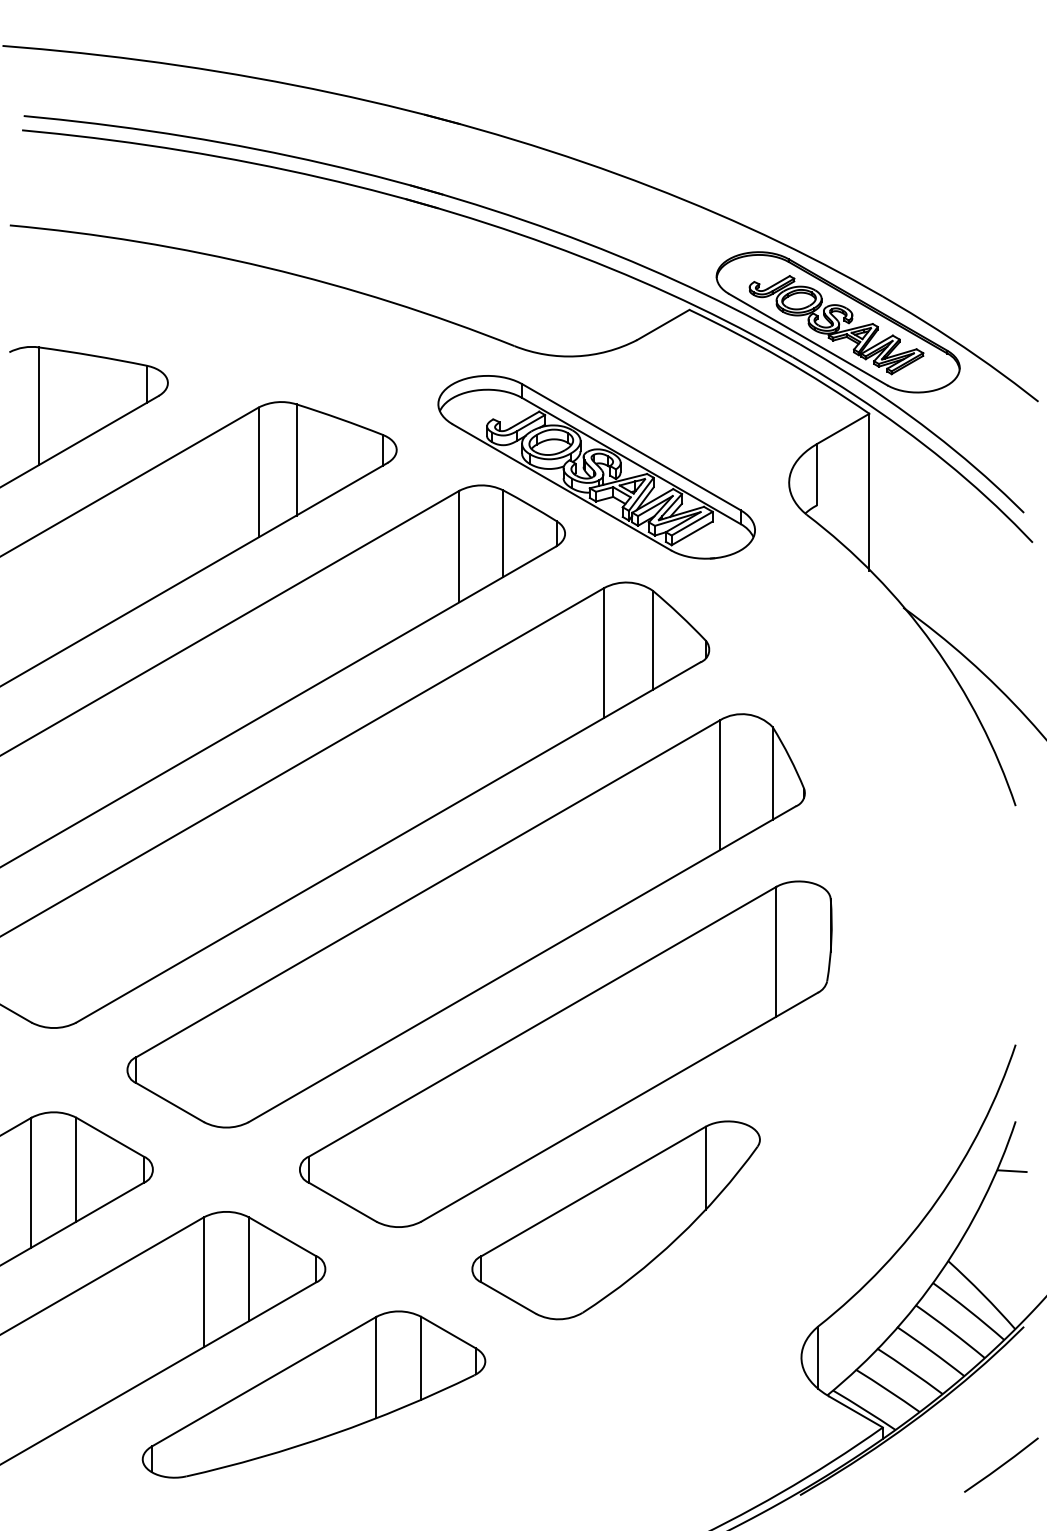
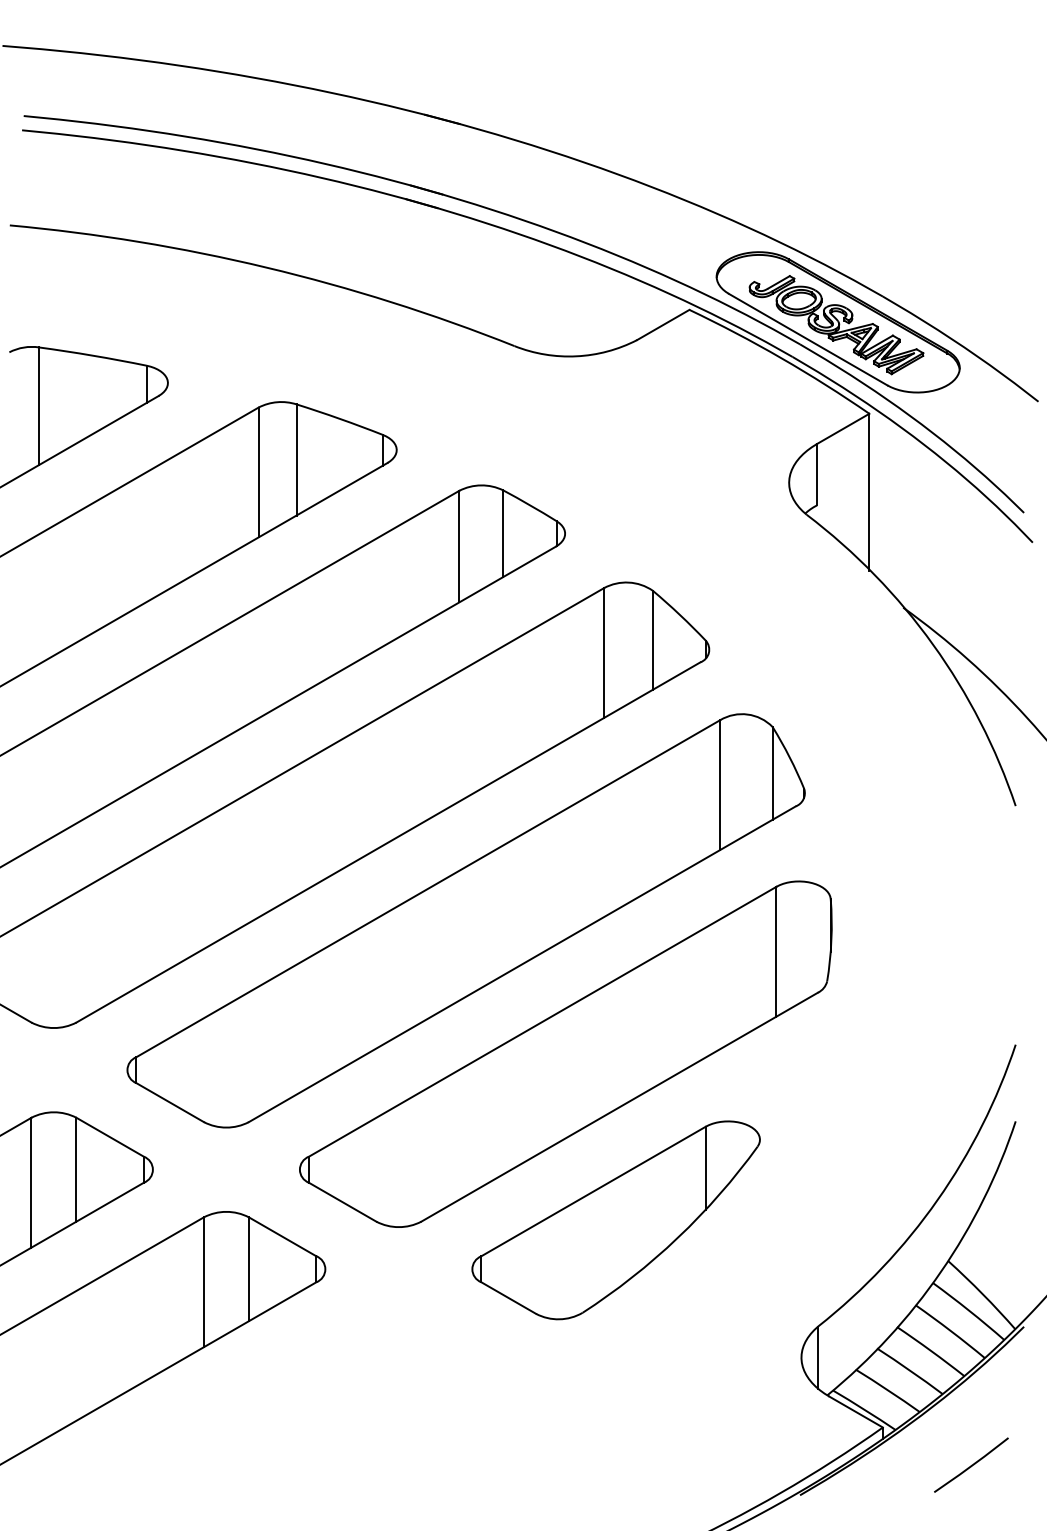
part at (596, 467): present -> none
line at (1012, 1171): present -> none
part at (313, 1394): present -> none
line at (1001, 1464) position: (1001, 1464) -> (971, 1464)
